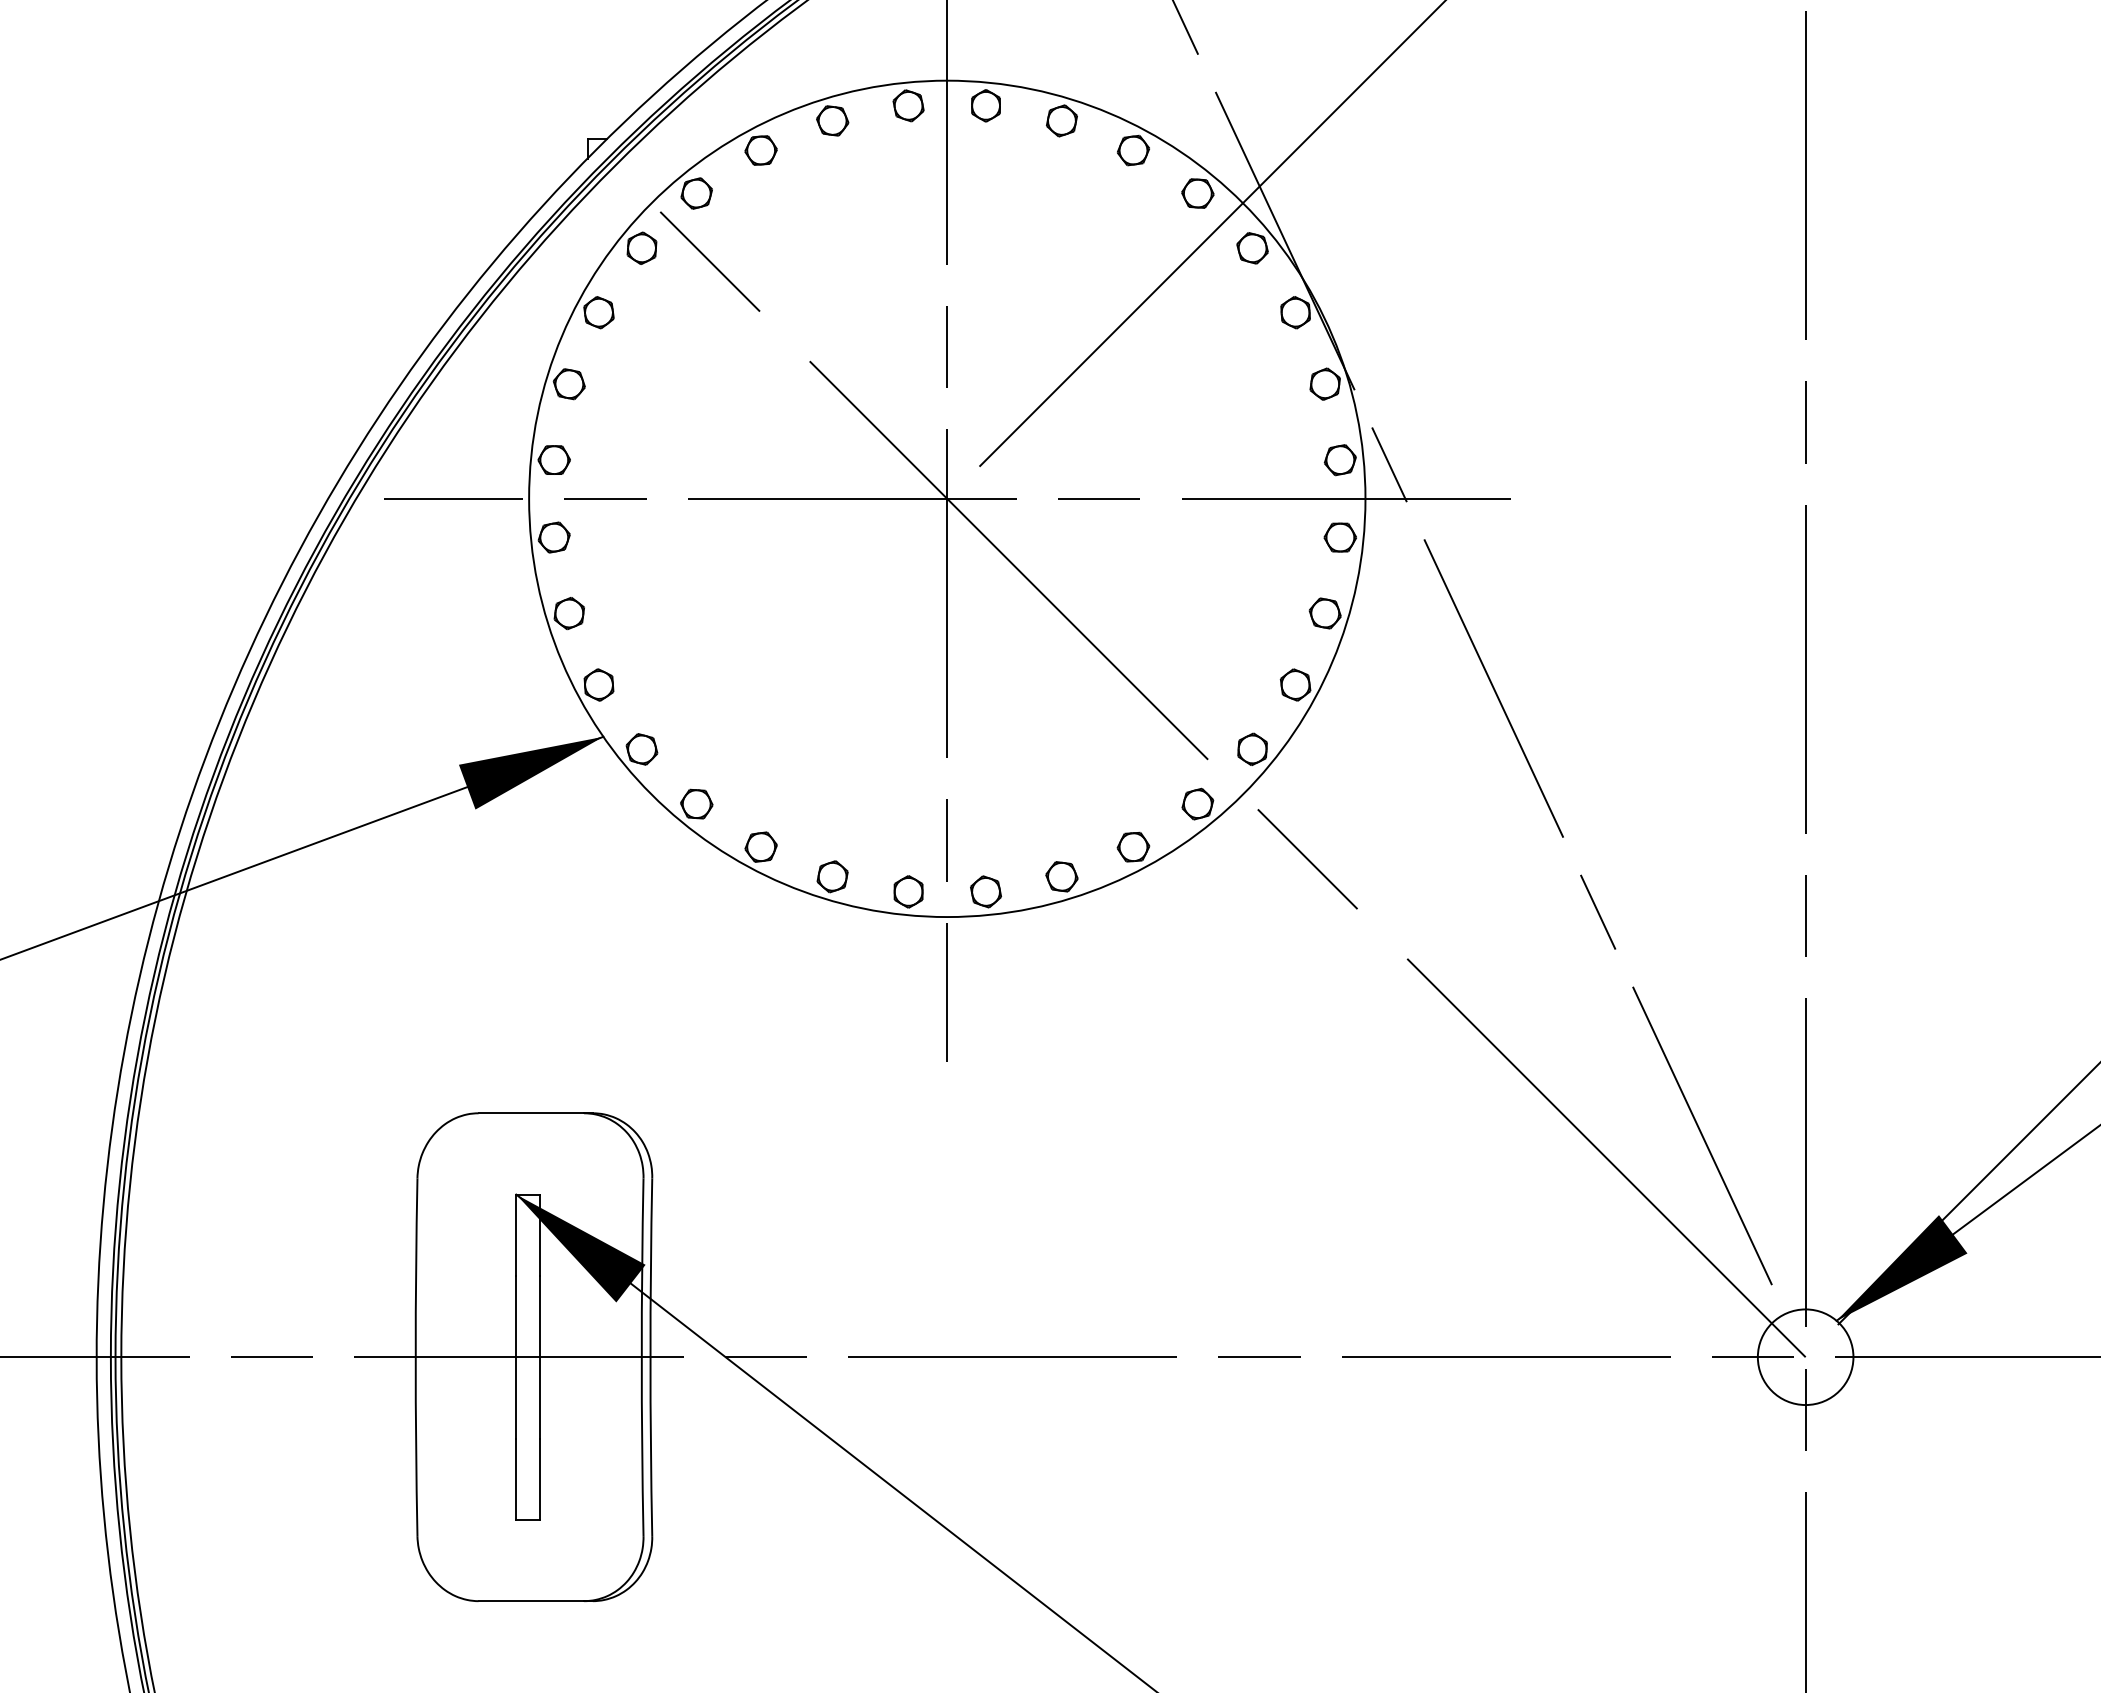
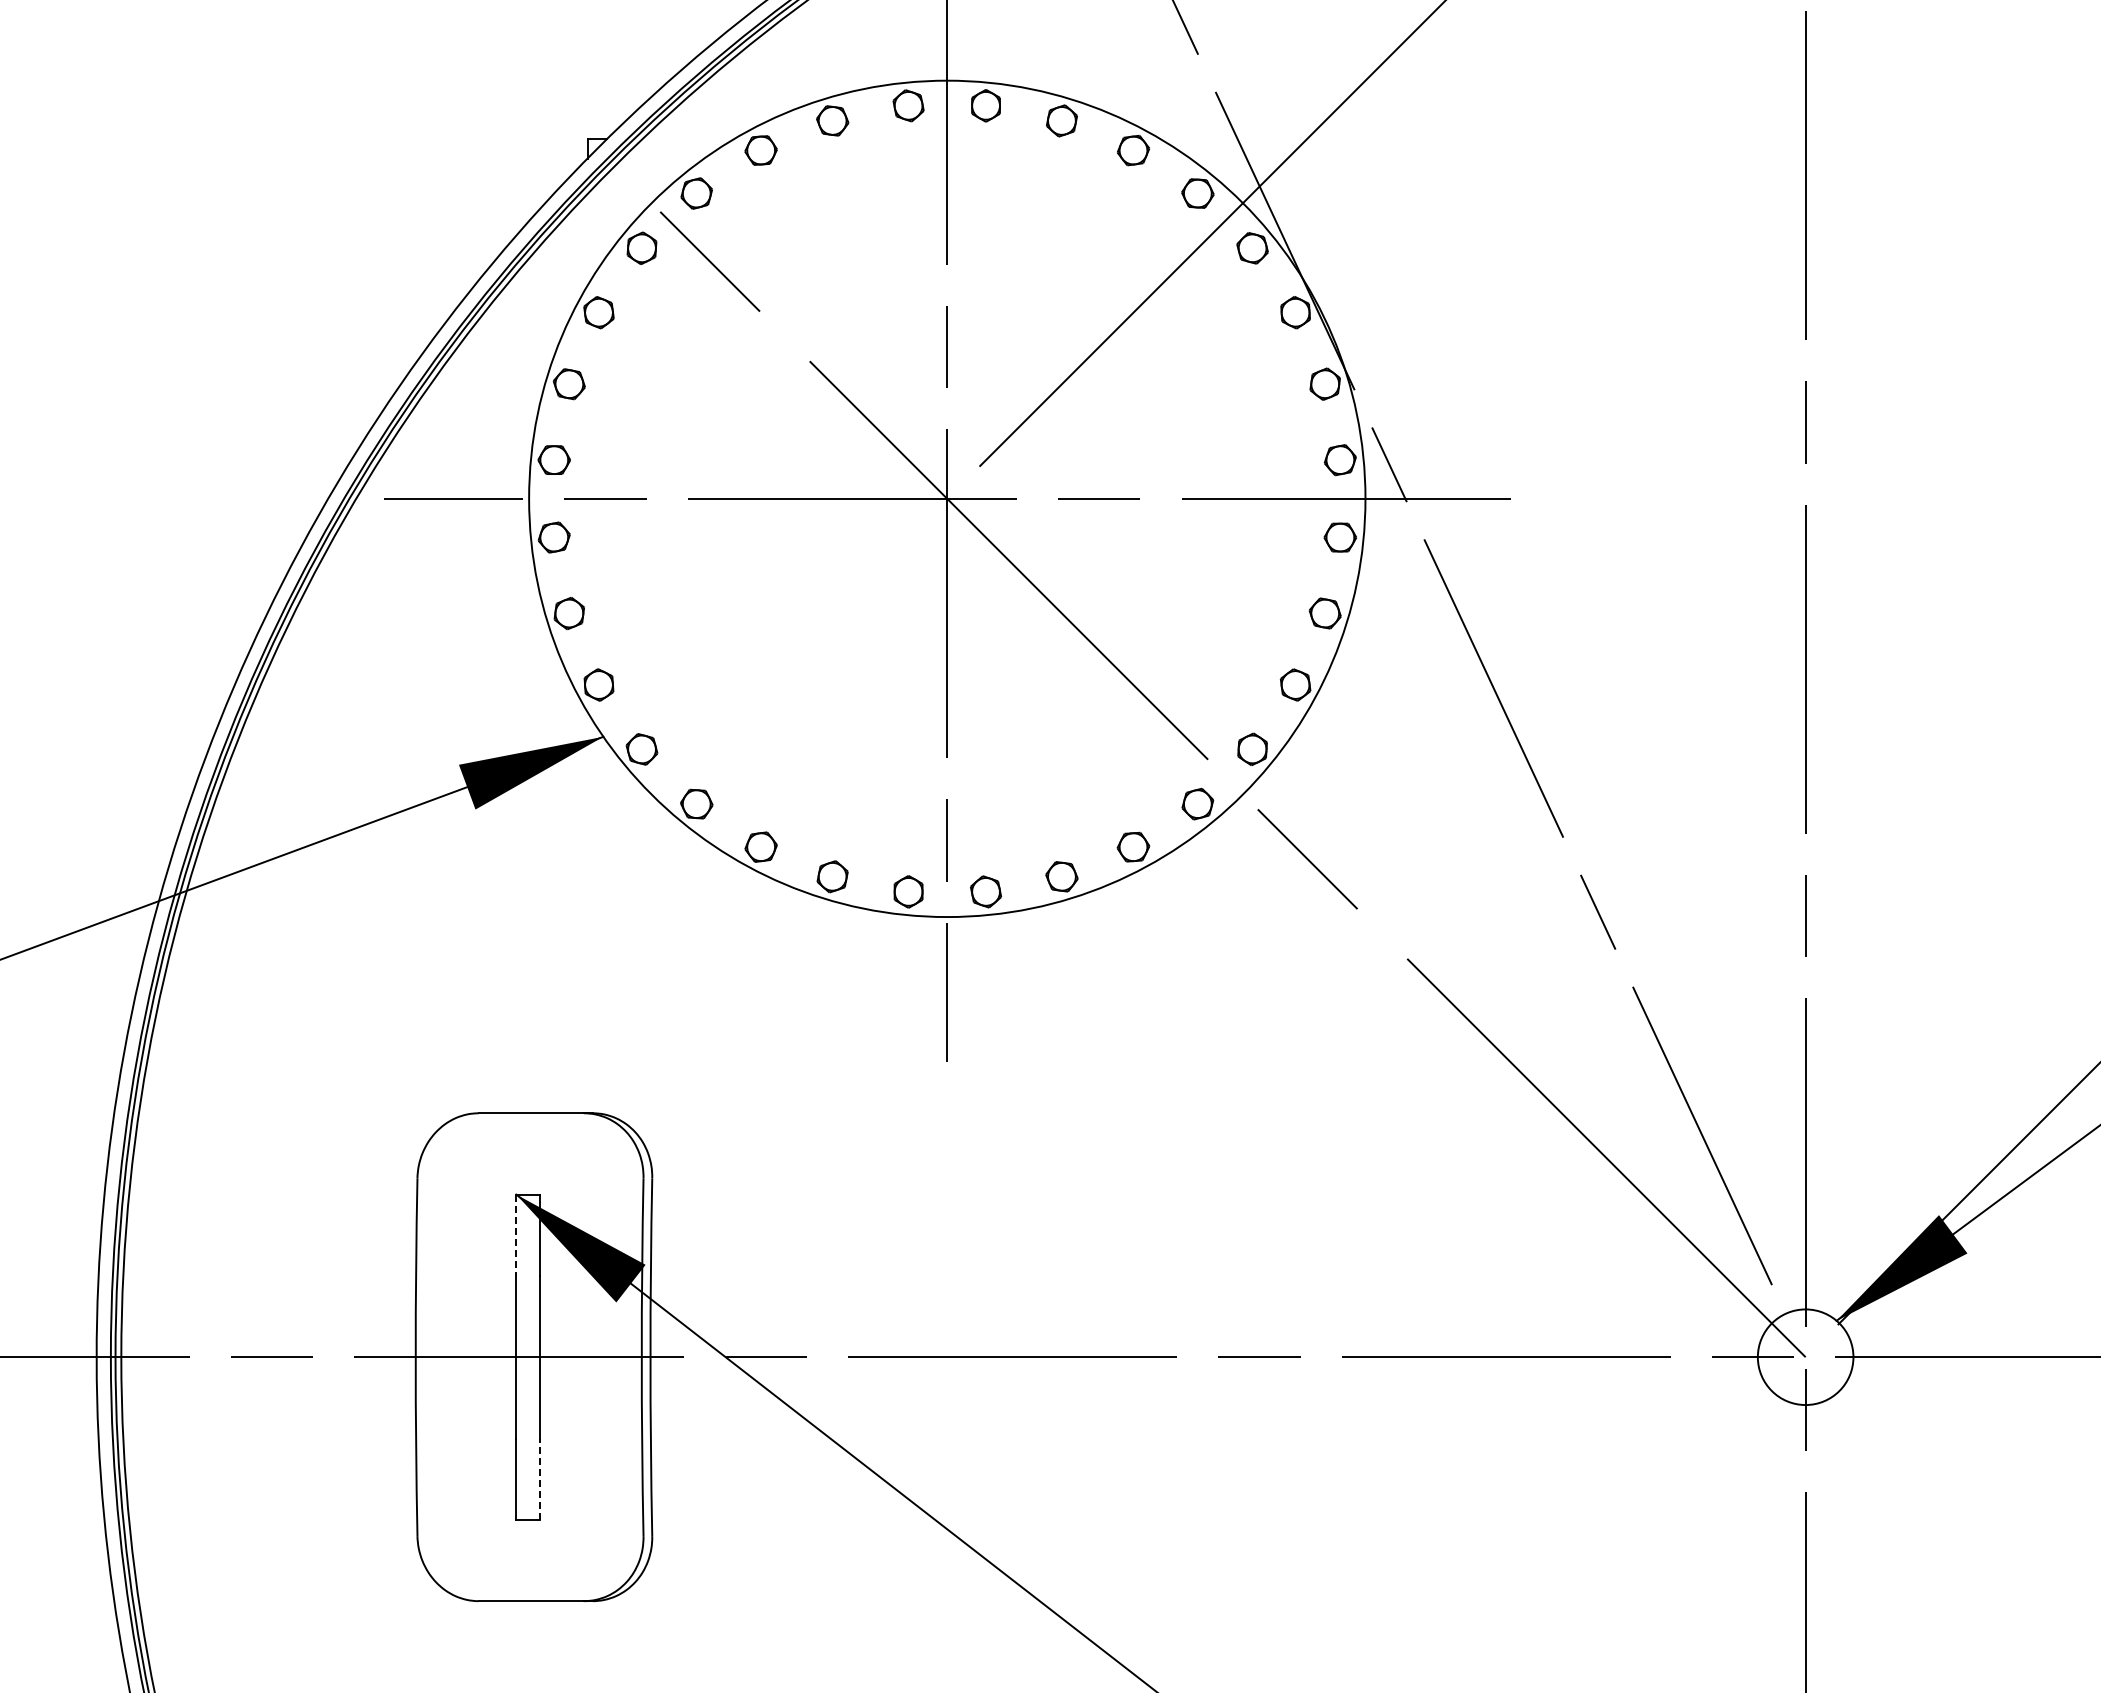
line at (516, 1235): solid -> dashed
line at (539, 1479): solid -> dashed
